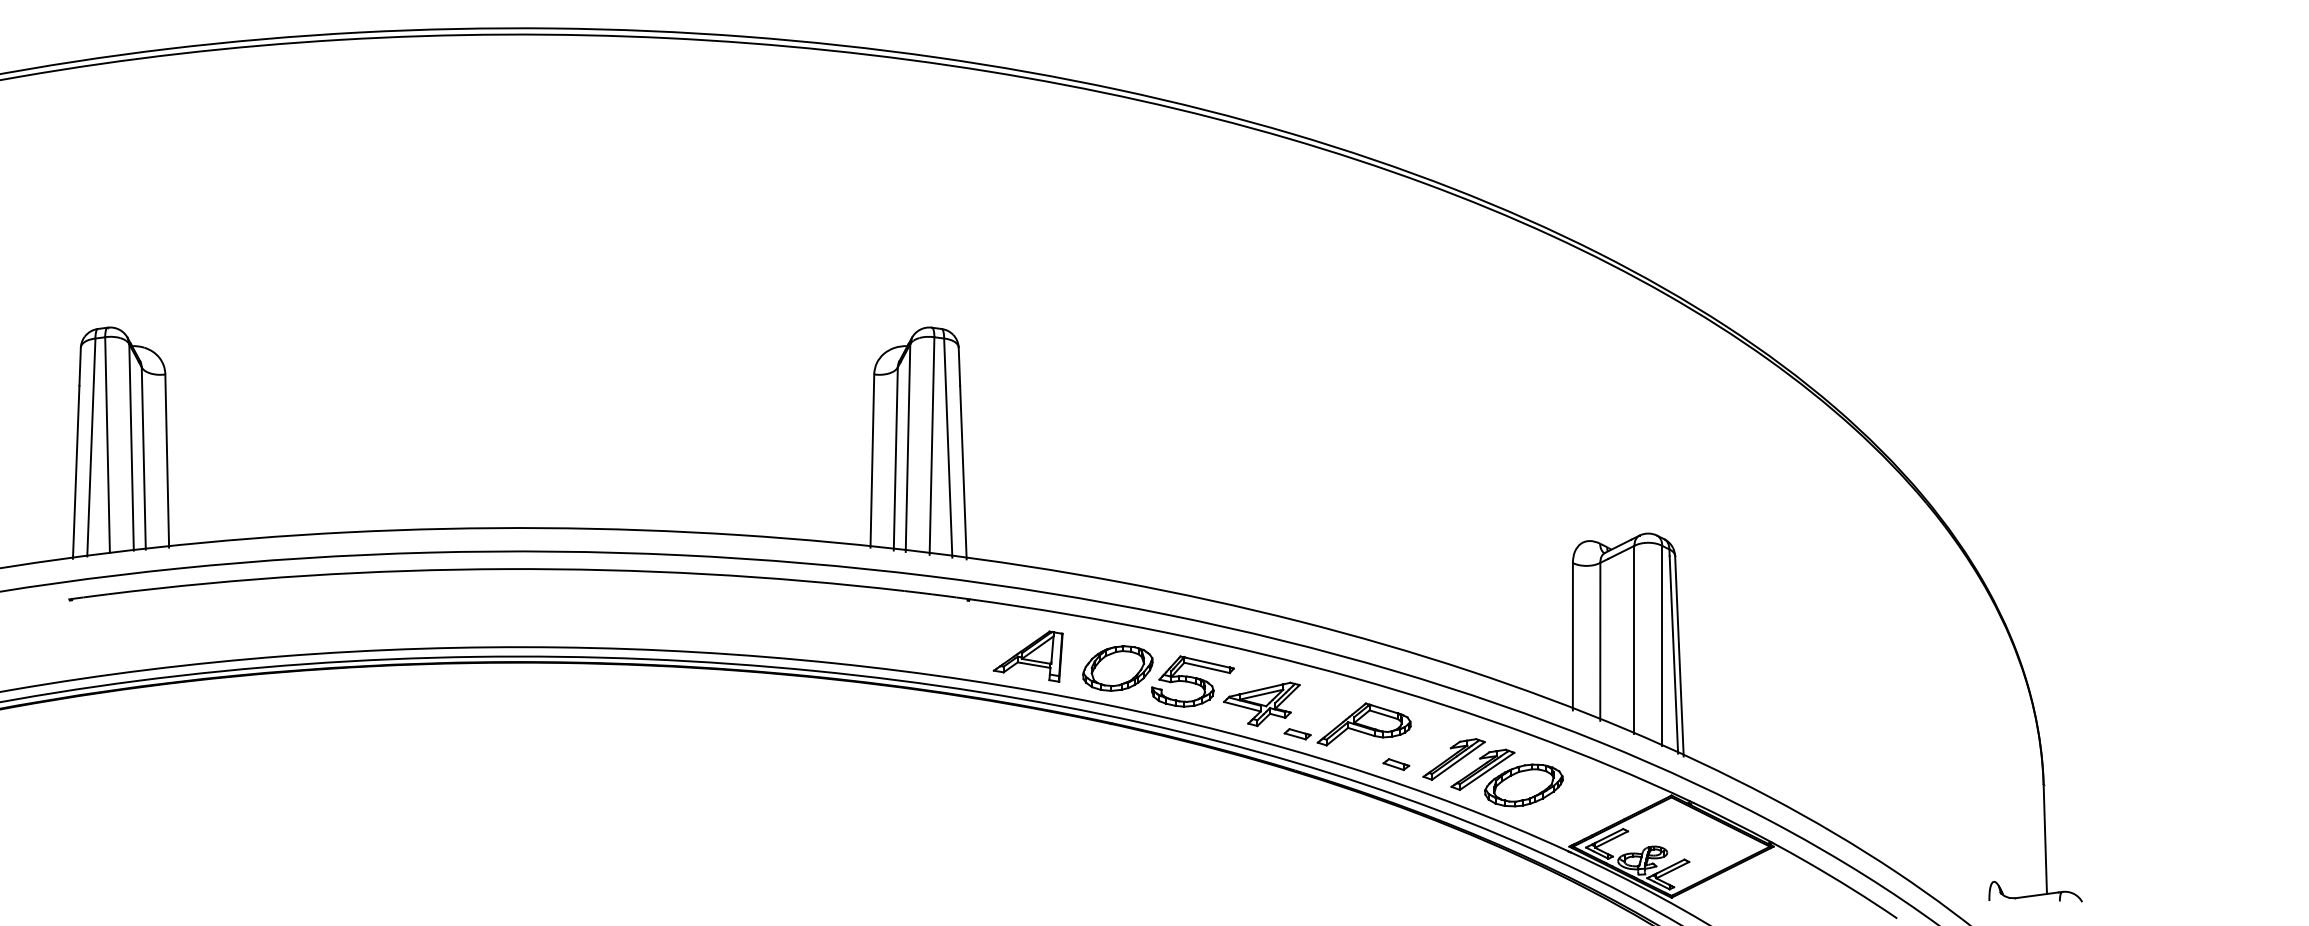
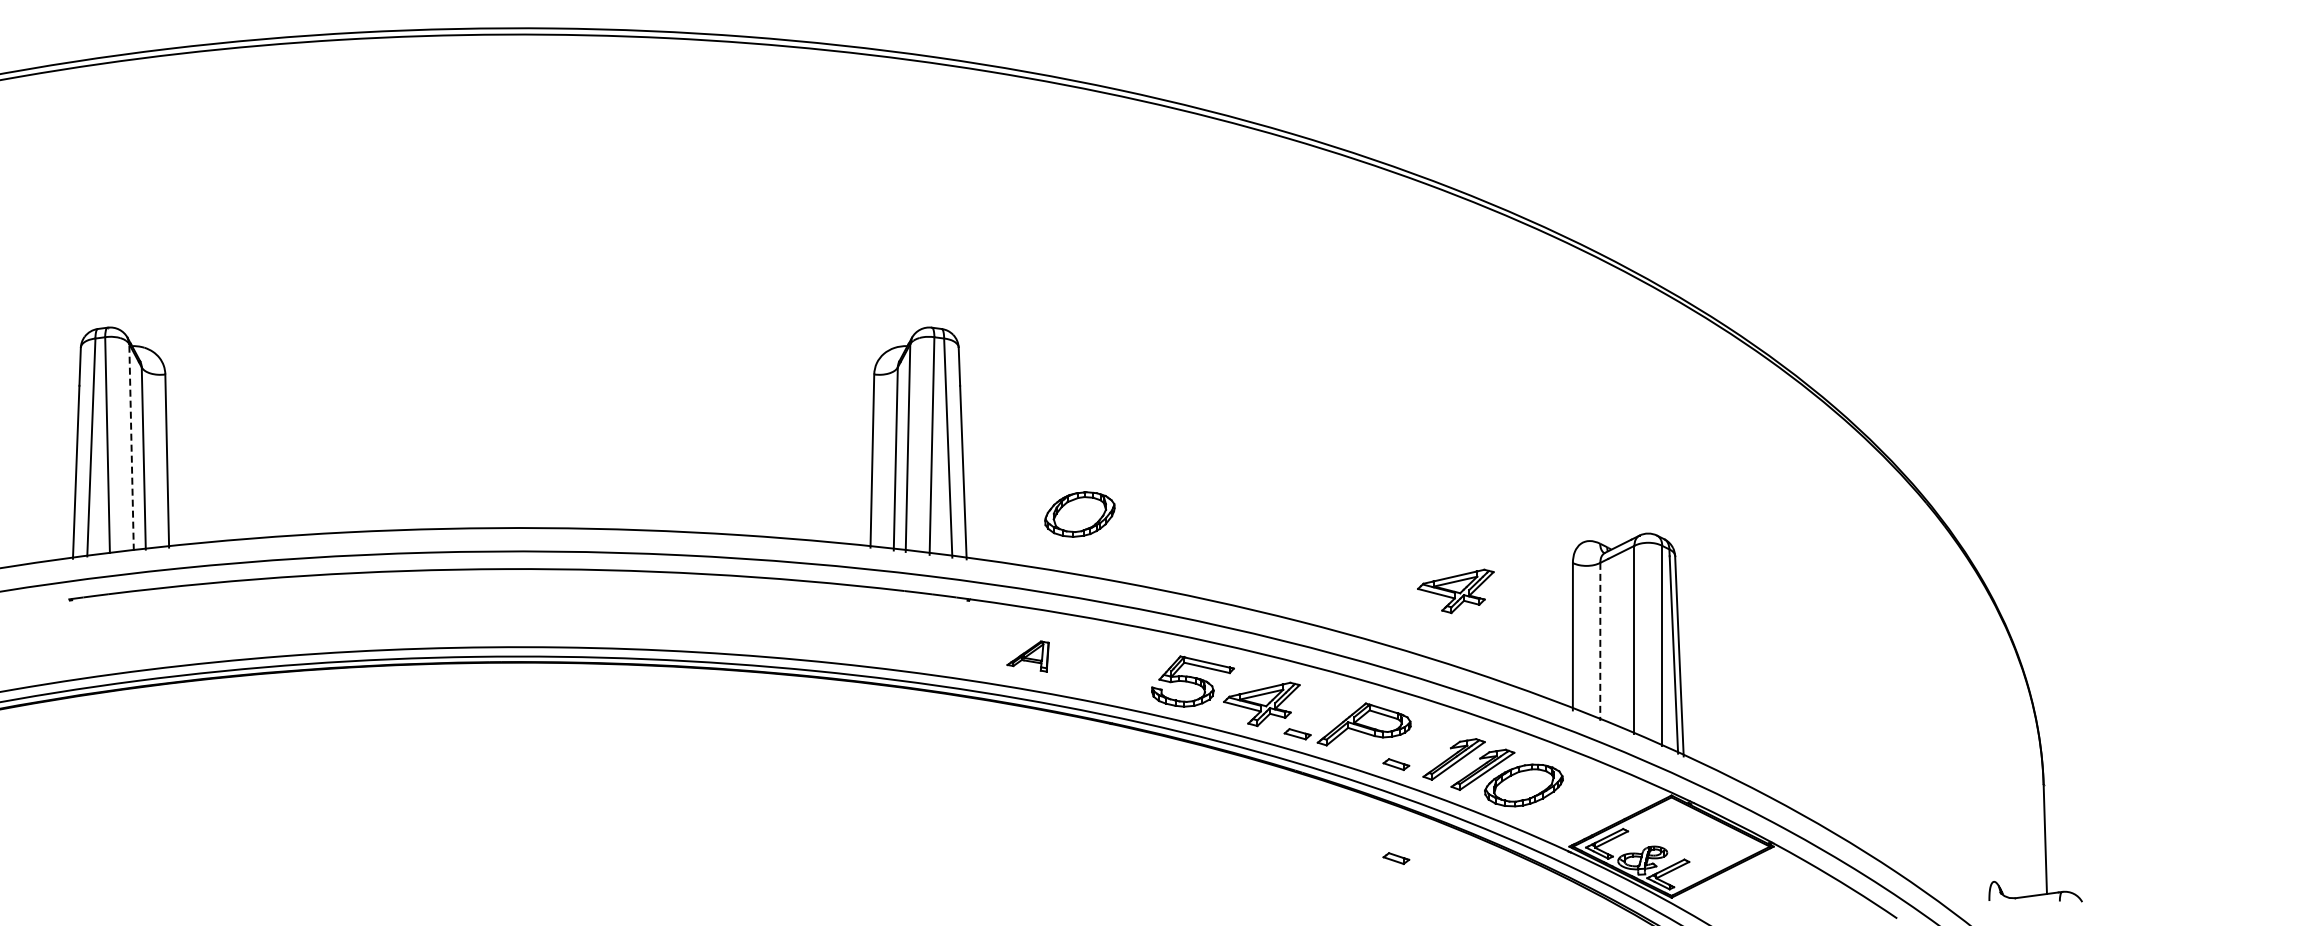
line at (131, 446): solid -> dashed
part at (1455, 591): none -> present
line at (1600, 641): solid -> dashed
part at (1027, 656) size: 72x53 px -> 44x33 px
part at (1117, 668) position: (1117, 668) -> (1079, 514)
part at (1396, 858): none -> present
